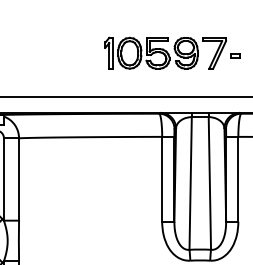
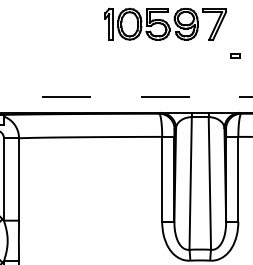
part at (165, 52) position: (165, 52) -> (165, 23)
line at (125, 97): solid -> dashed
